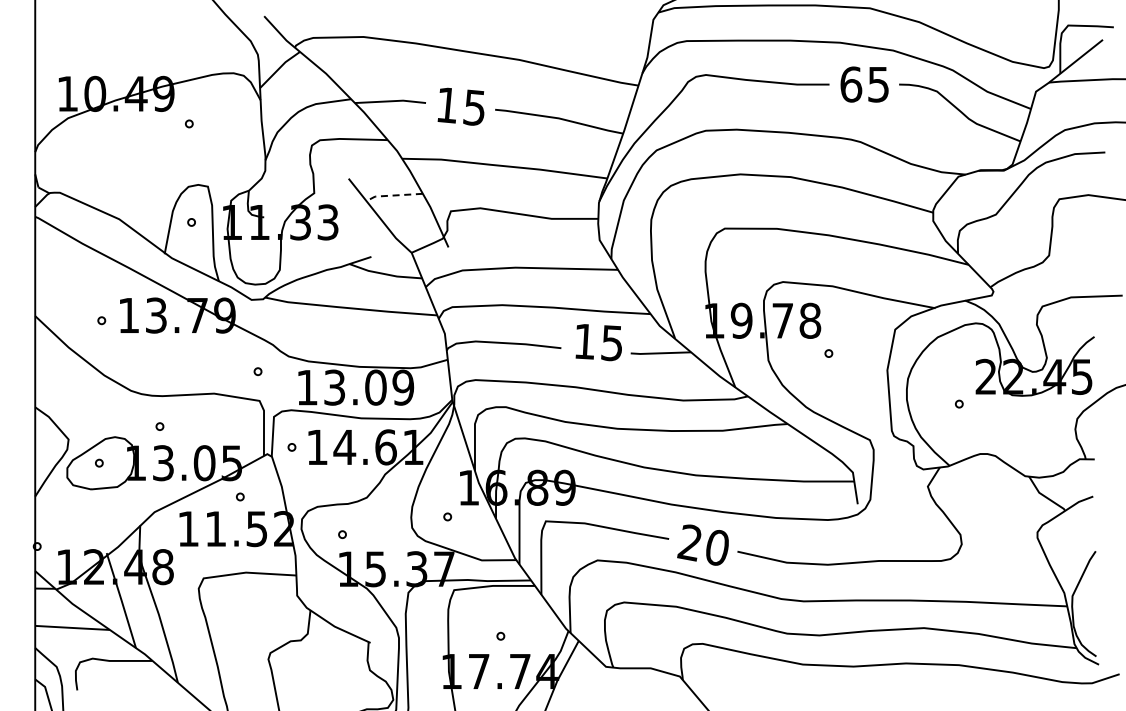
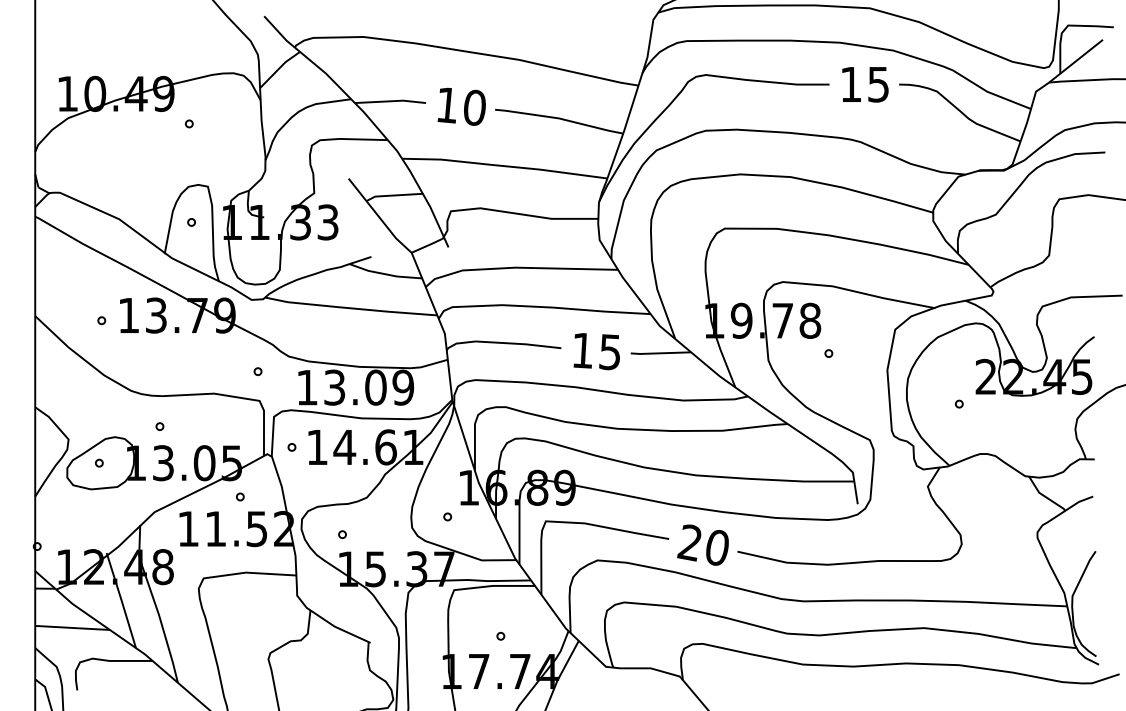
text at (851, 84): 65 -> 15
text at (474, 107): 15 -> 10
line at (393, 195): dashed -> solid
text at (598, 342) position: (598, 342) -> (596, 351)
